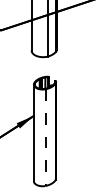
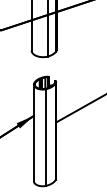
line at (79, 108): none -> present
line at (45, 138): dashed -> solid
